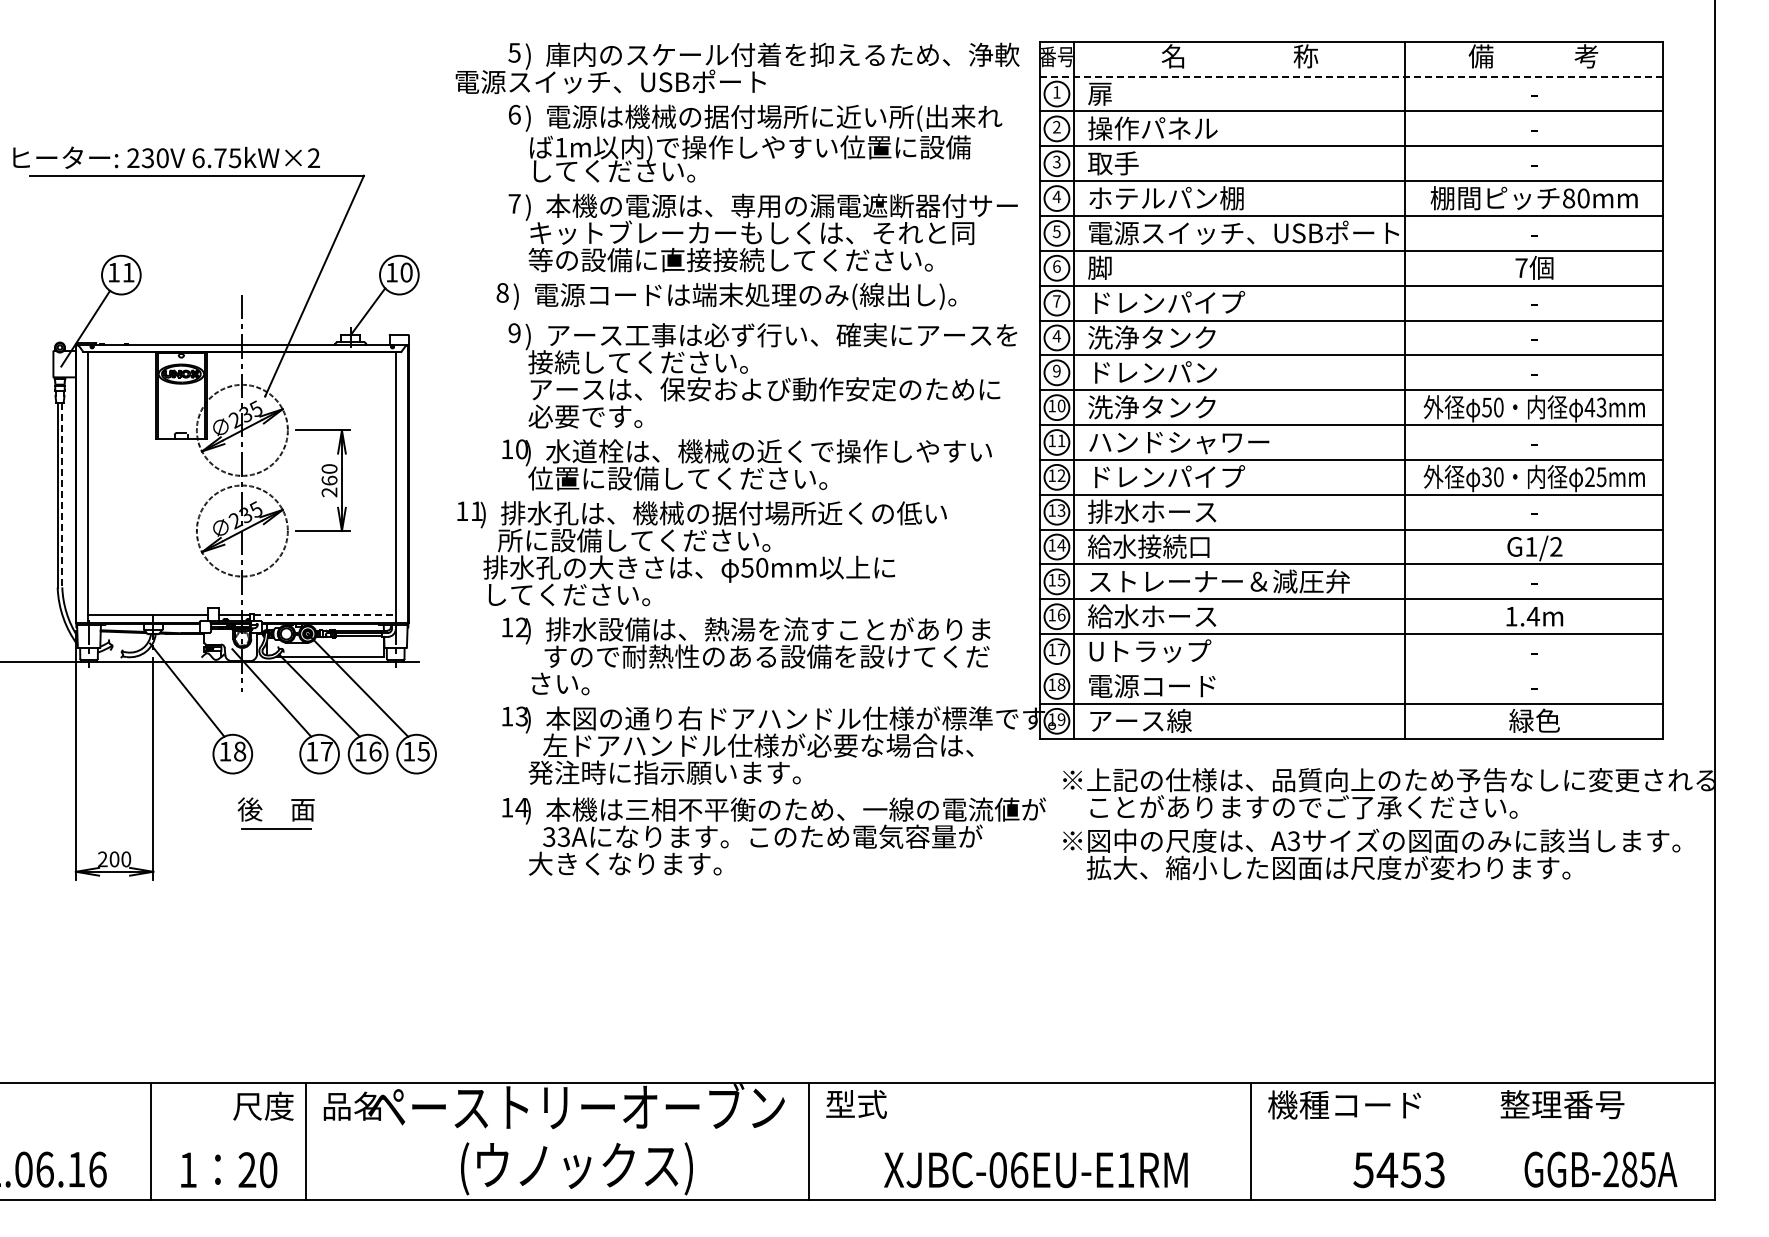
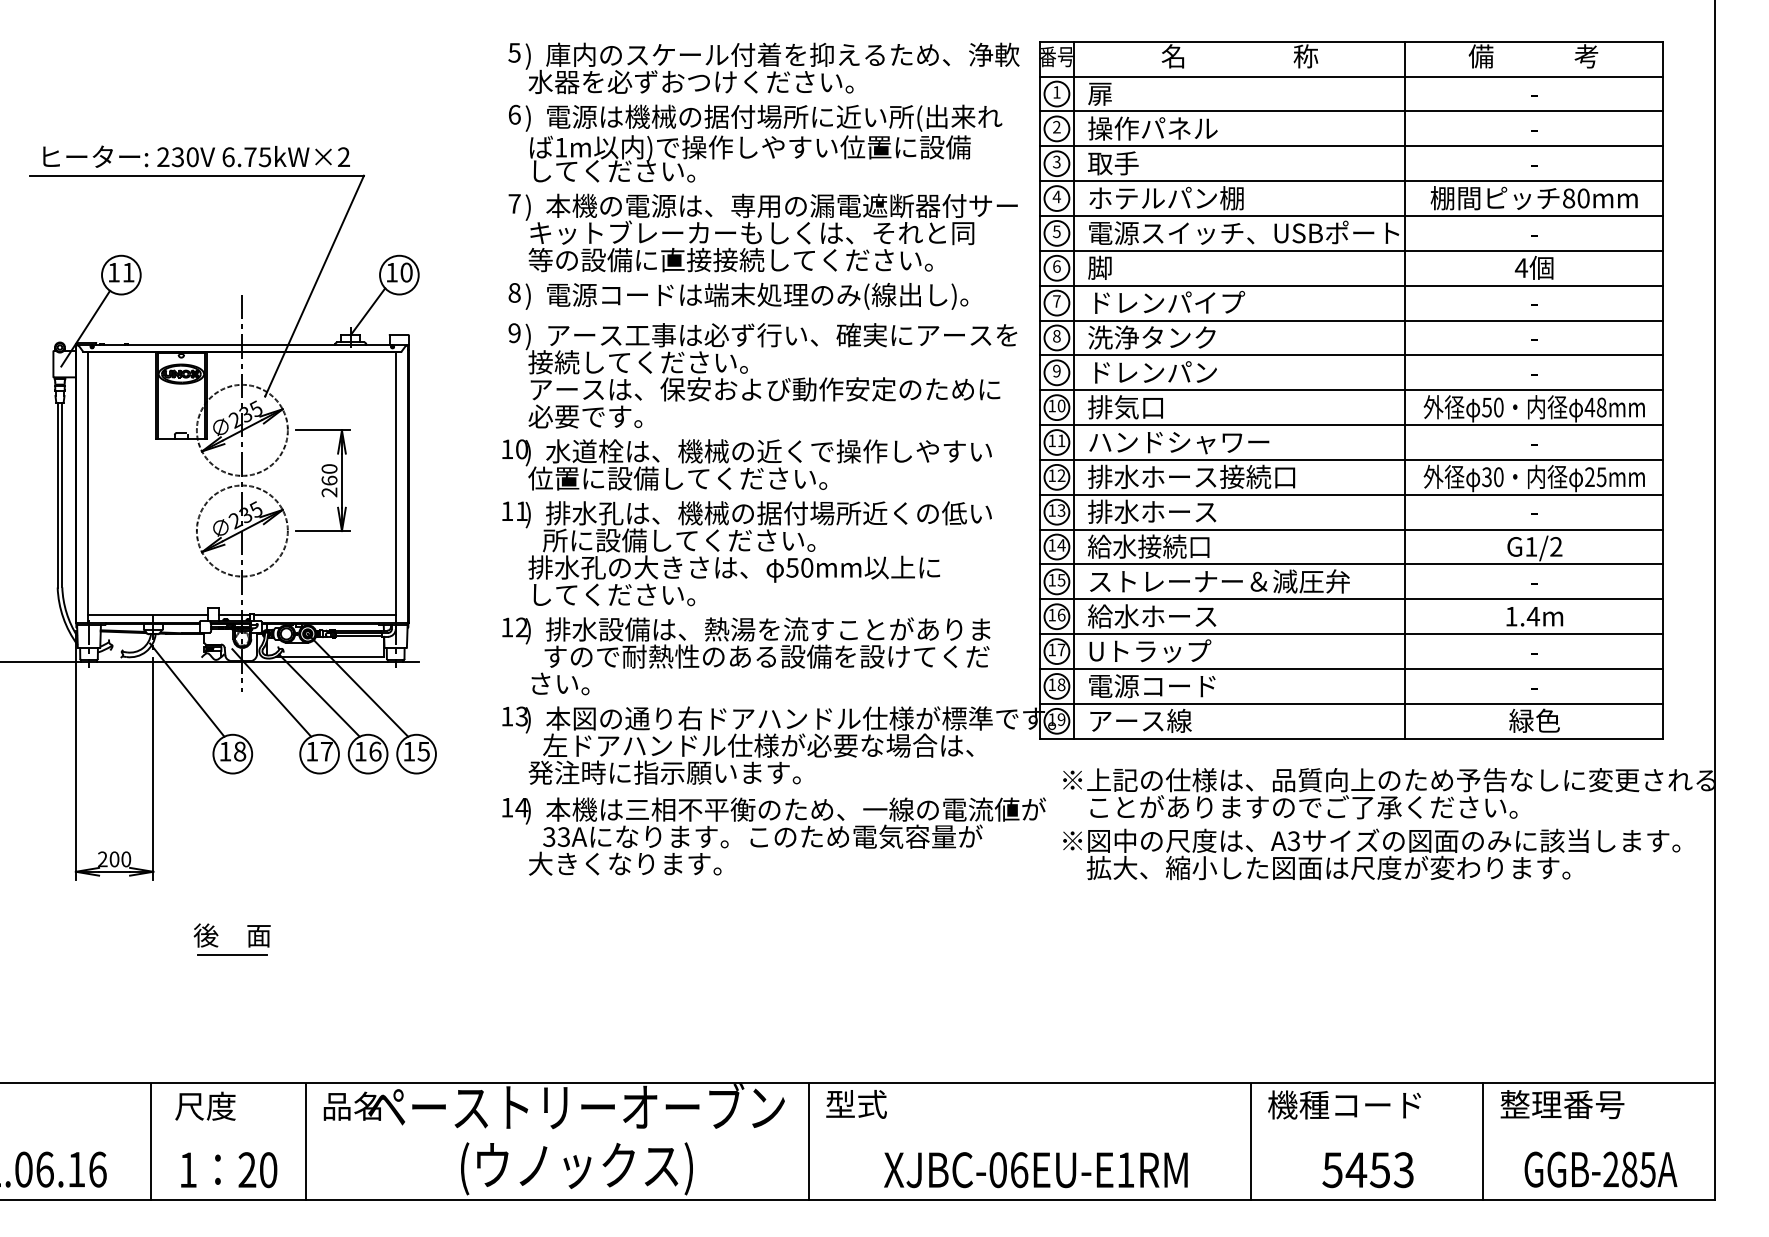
line at (1351, 76): dashed -> solid
text at (654, 81): 電源スイッチ、USBポート -> 水器を必ずおつけください。
text at (166, 157) position: (166, 157) -> (196, 156)
text at (1521, 267): 7 -> 4
text at (726, 295) position: (726, 295) -> (738, 295)
text at (1056, 336): 4 -> 8
text at (1151, 407): 洗浄タンク -> 排気口
text at (1601, 407): 43mm -> 48mm
text at (1191, 476): ドレンパイプ -> 排水ホース接続口
line at (62, 495): dashed -> solid
text at (701, 553) position: (701, 553) -> (746, 553)
line at (325, 614): dashed -> solid
line at (1350, 669): none -> present
part at (262, 809) position: (262, 809) -> (218, 935)
text at (263, 1105) position: (263, 1105) -> (205, 1105)
line at (1483, 1141): none -> present
text at (1398, 1170) position: (1398, 1170) -> (1367, 1170)
